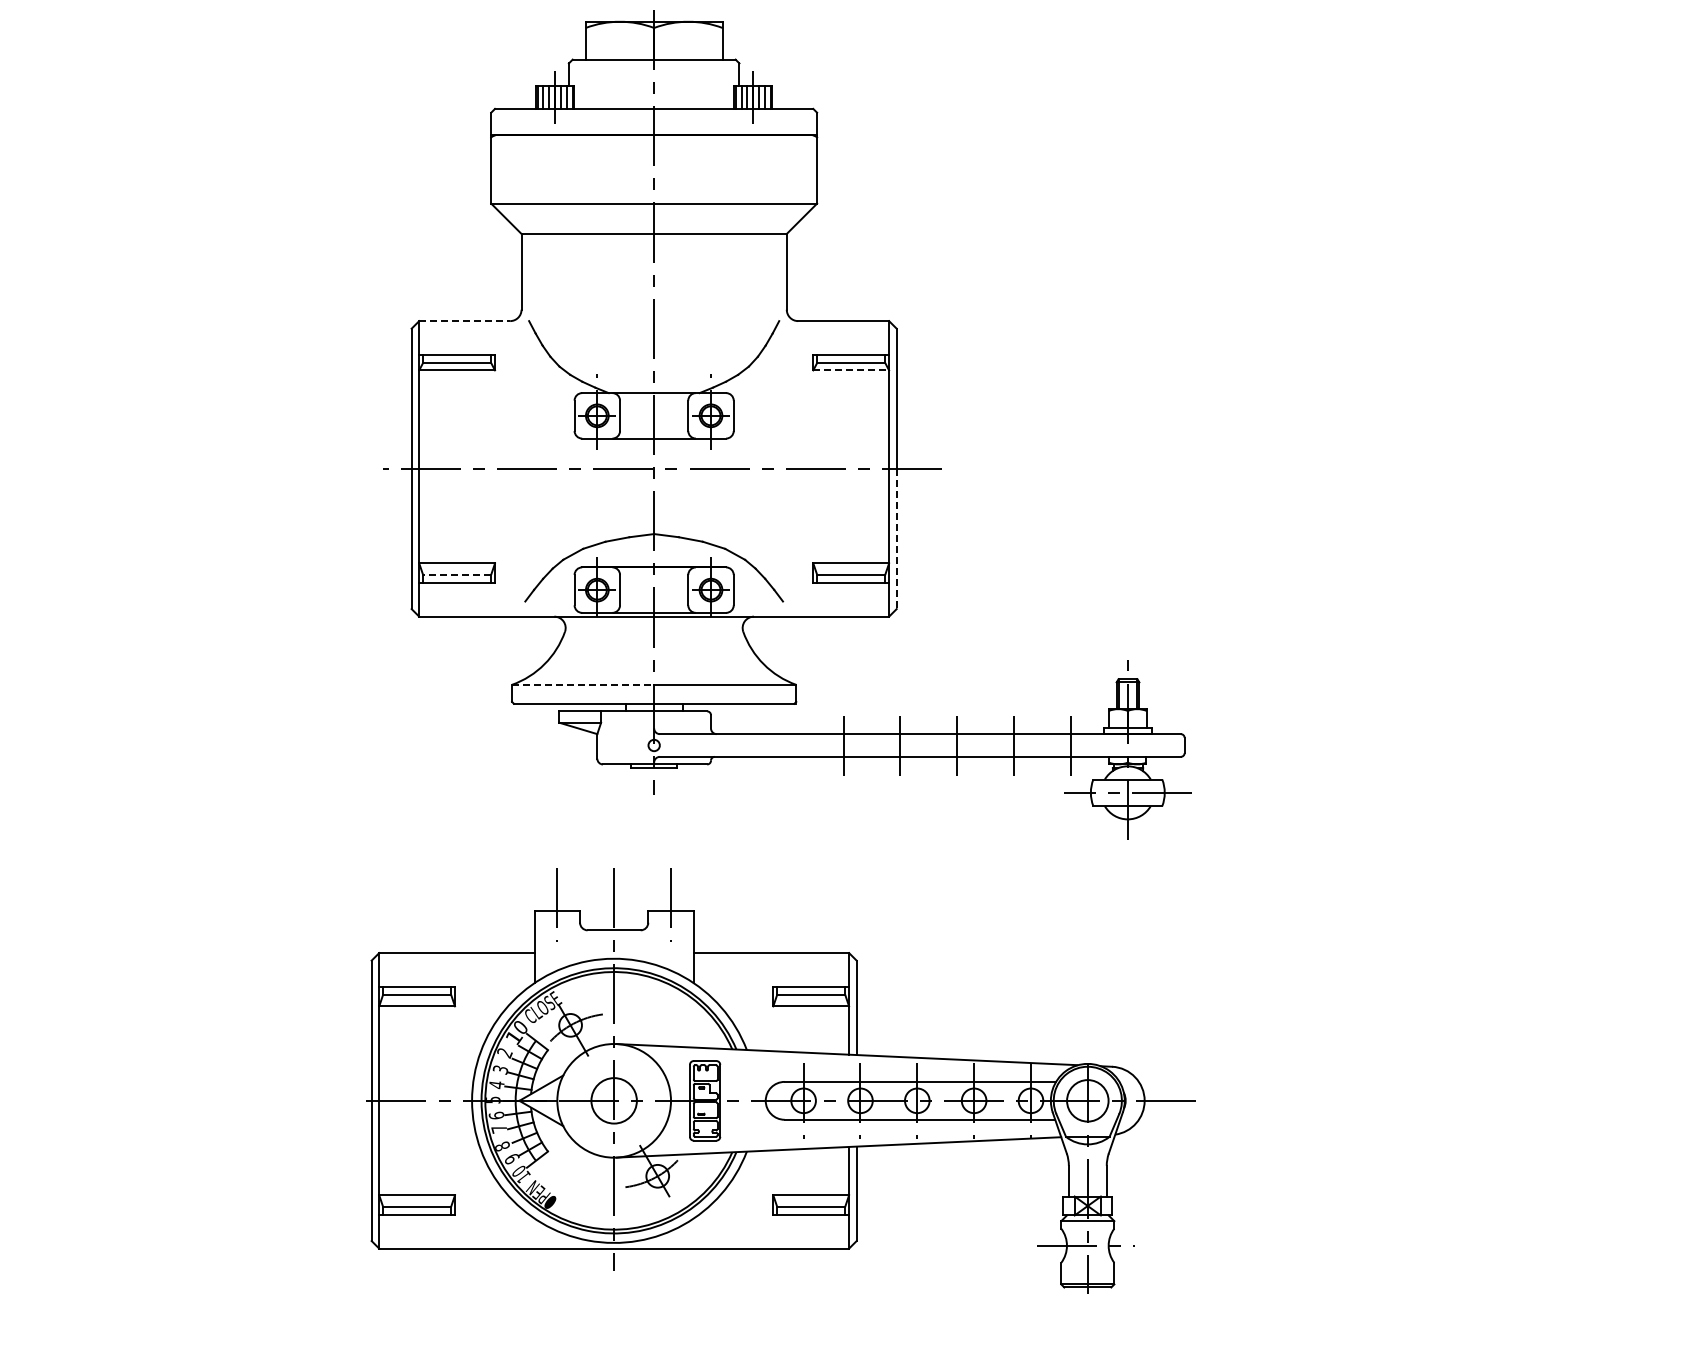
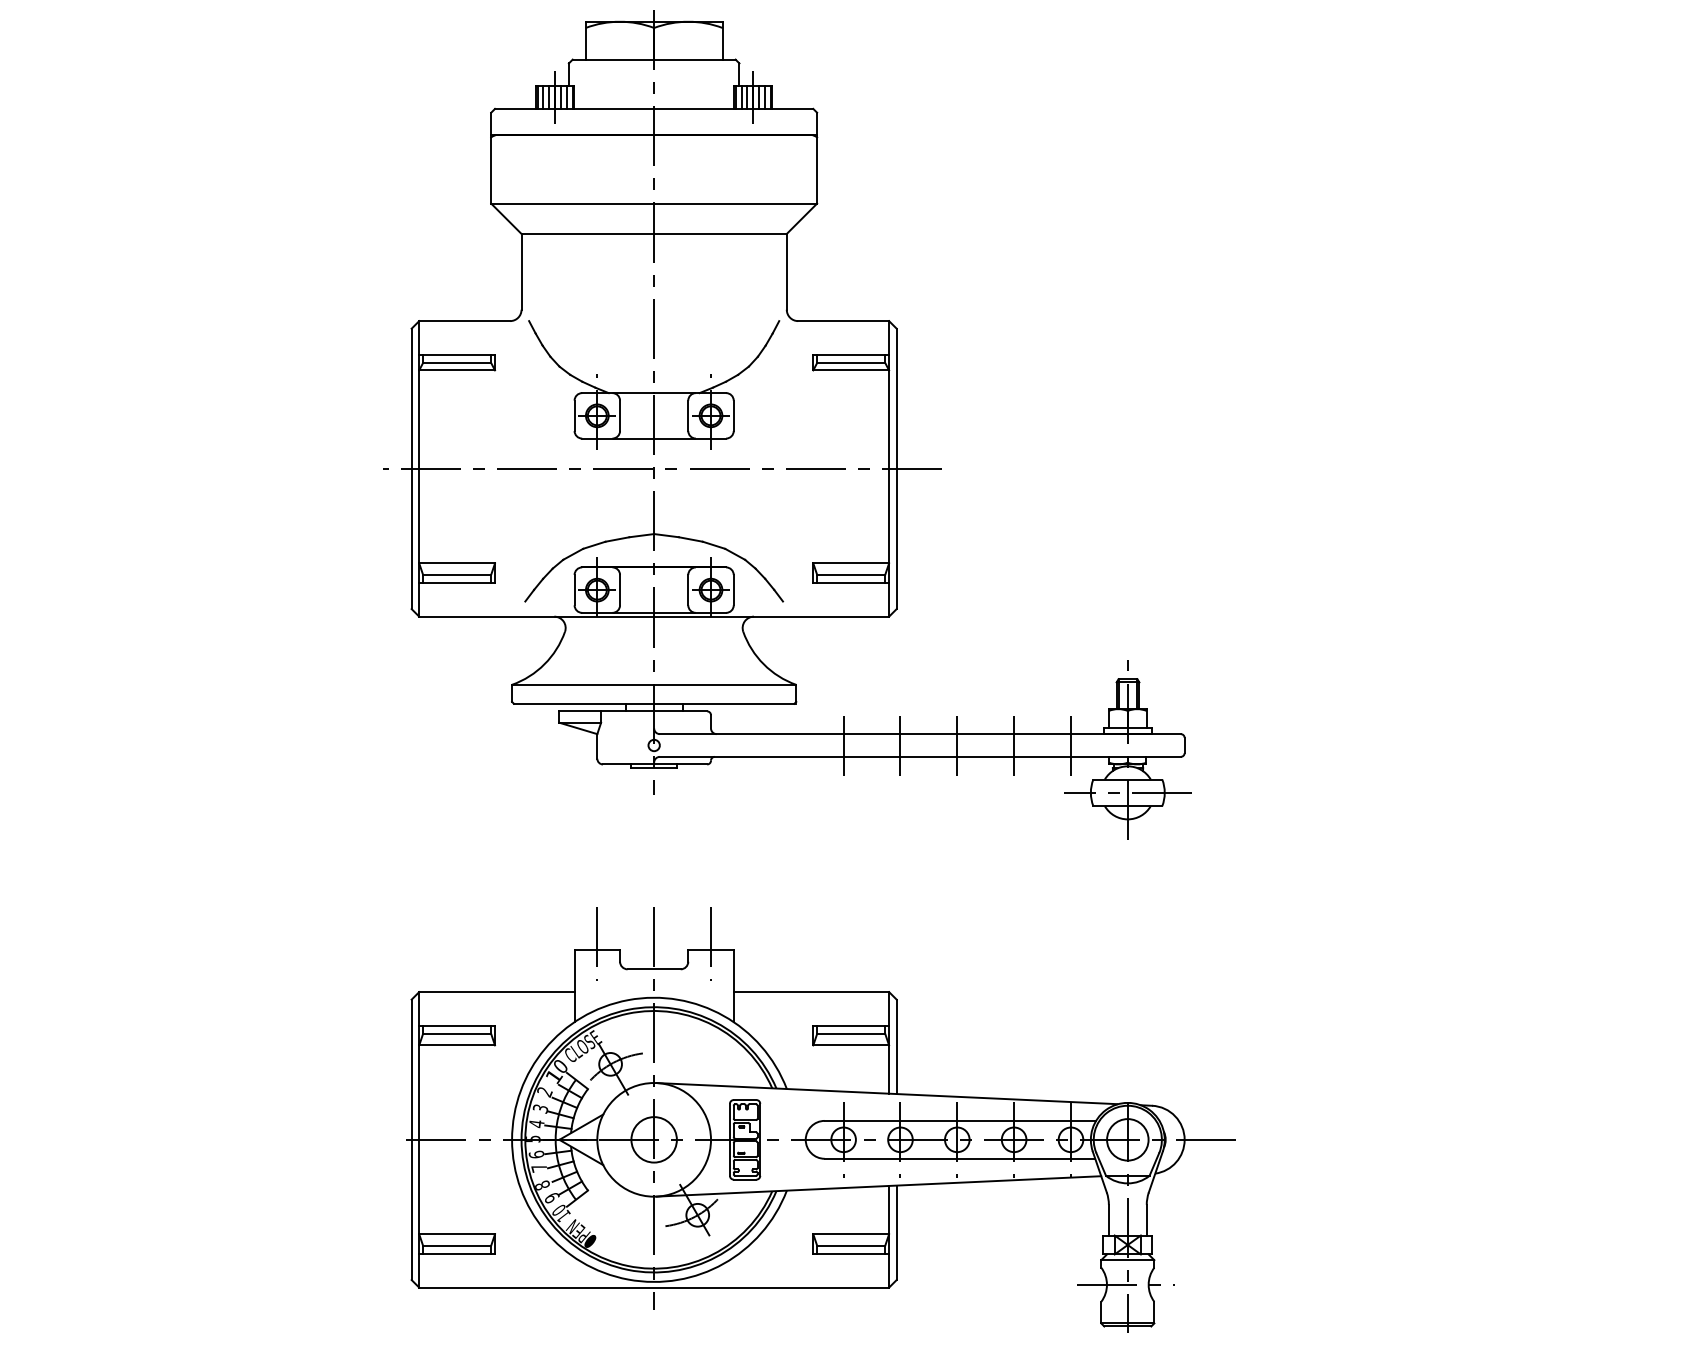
line at (465, 321): dashed -> solid
line at (851, 370): dashed -> solid
line at (896, 539): dashed -> solid
line at (456, 574): dashed -> solid
line at (583, 684): dashed -> solid
part at (780, 1080) position: (780, 1080) -> (820, 1119)
